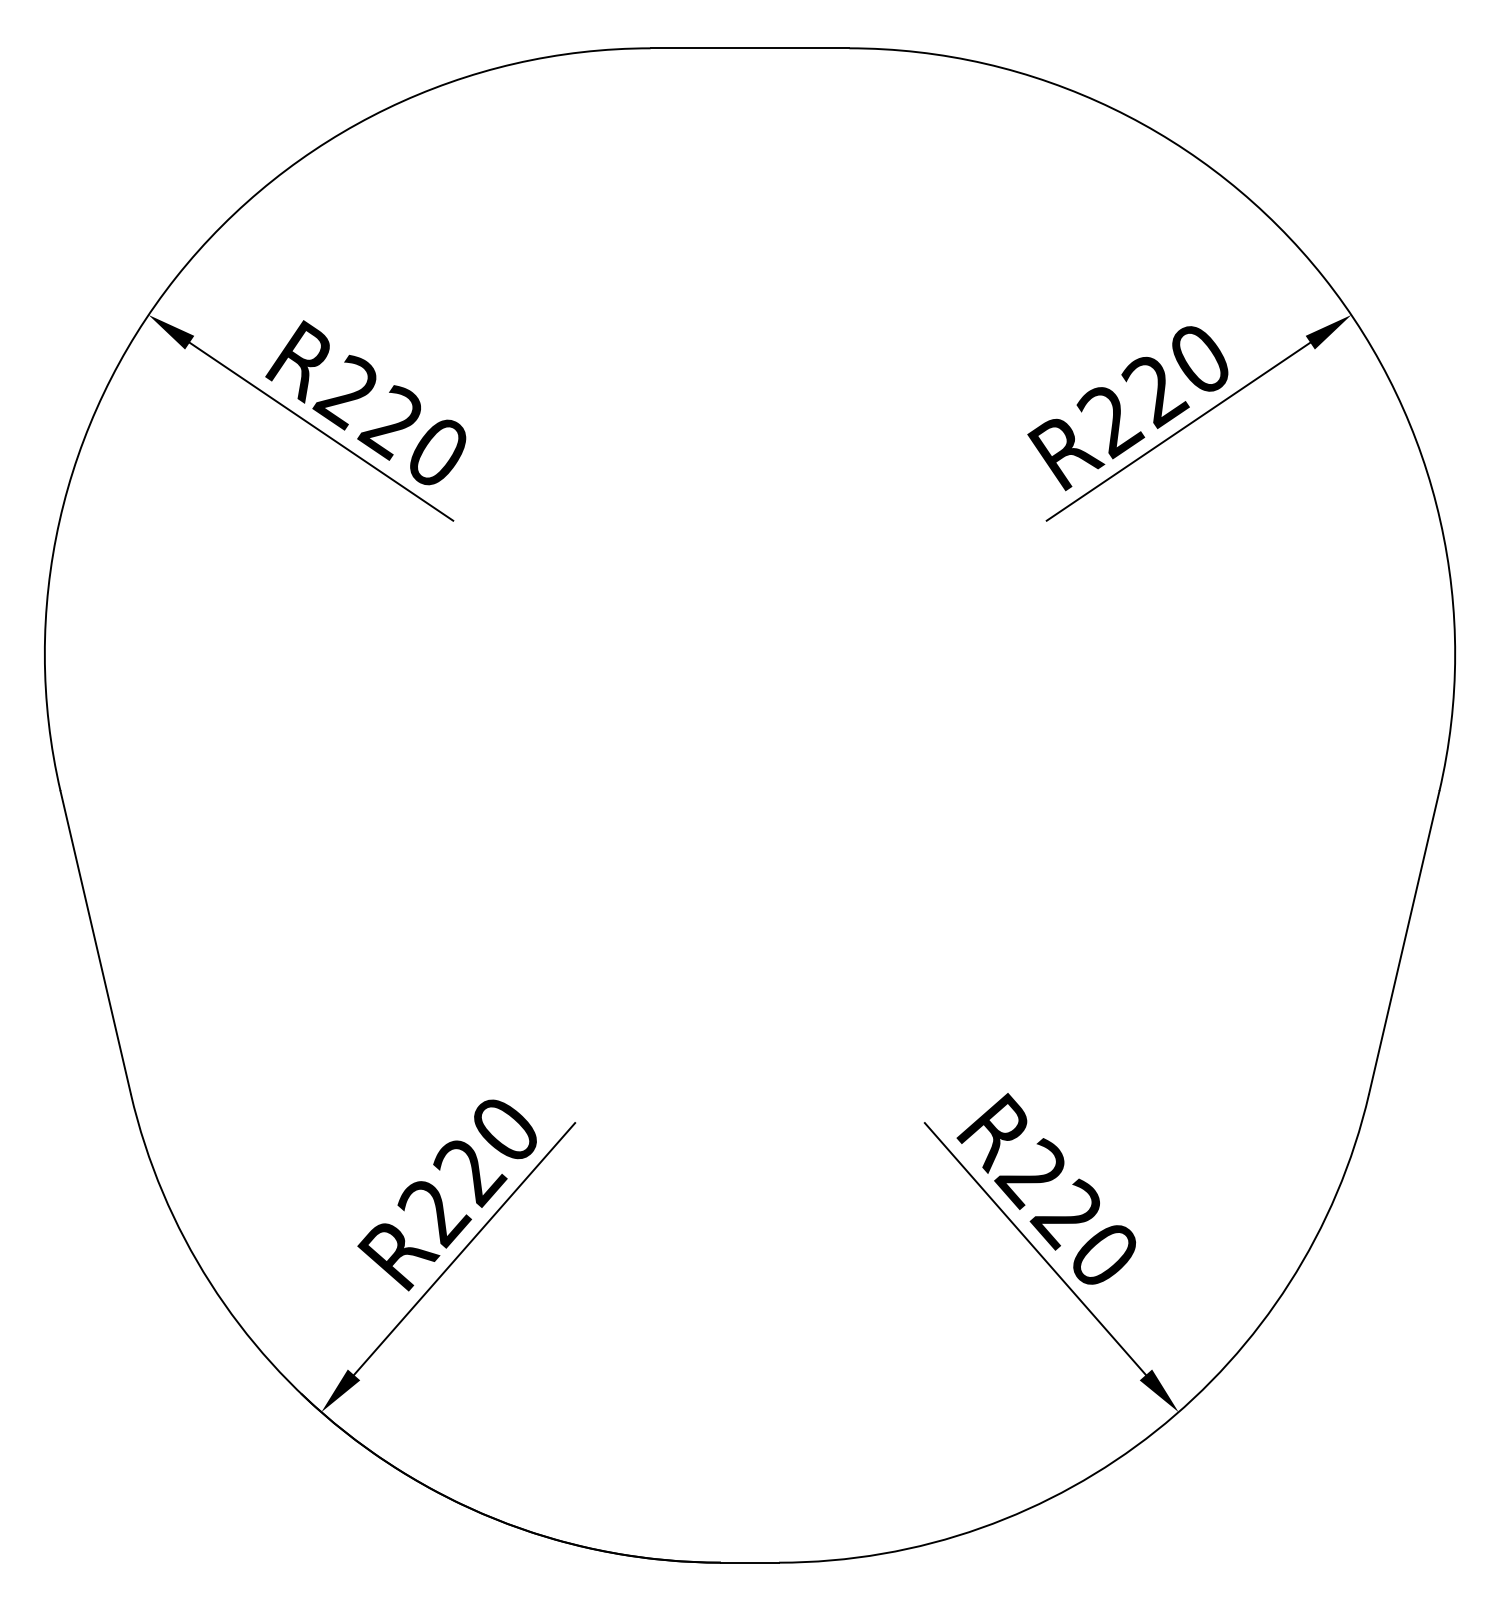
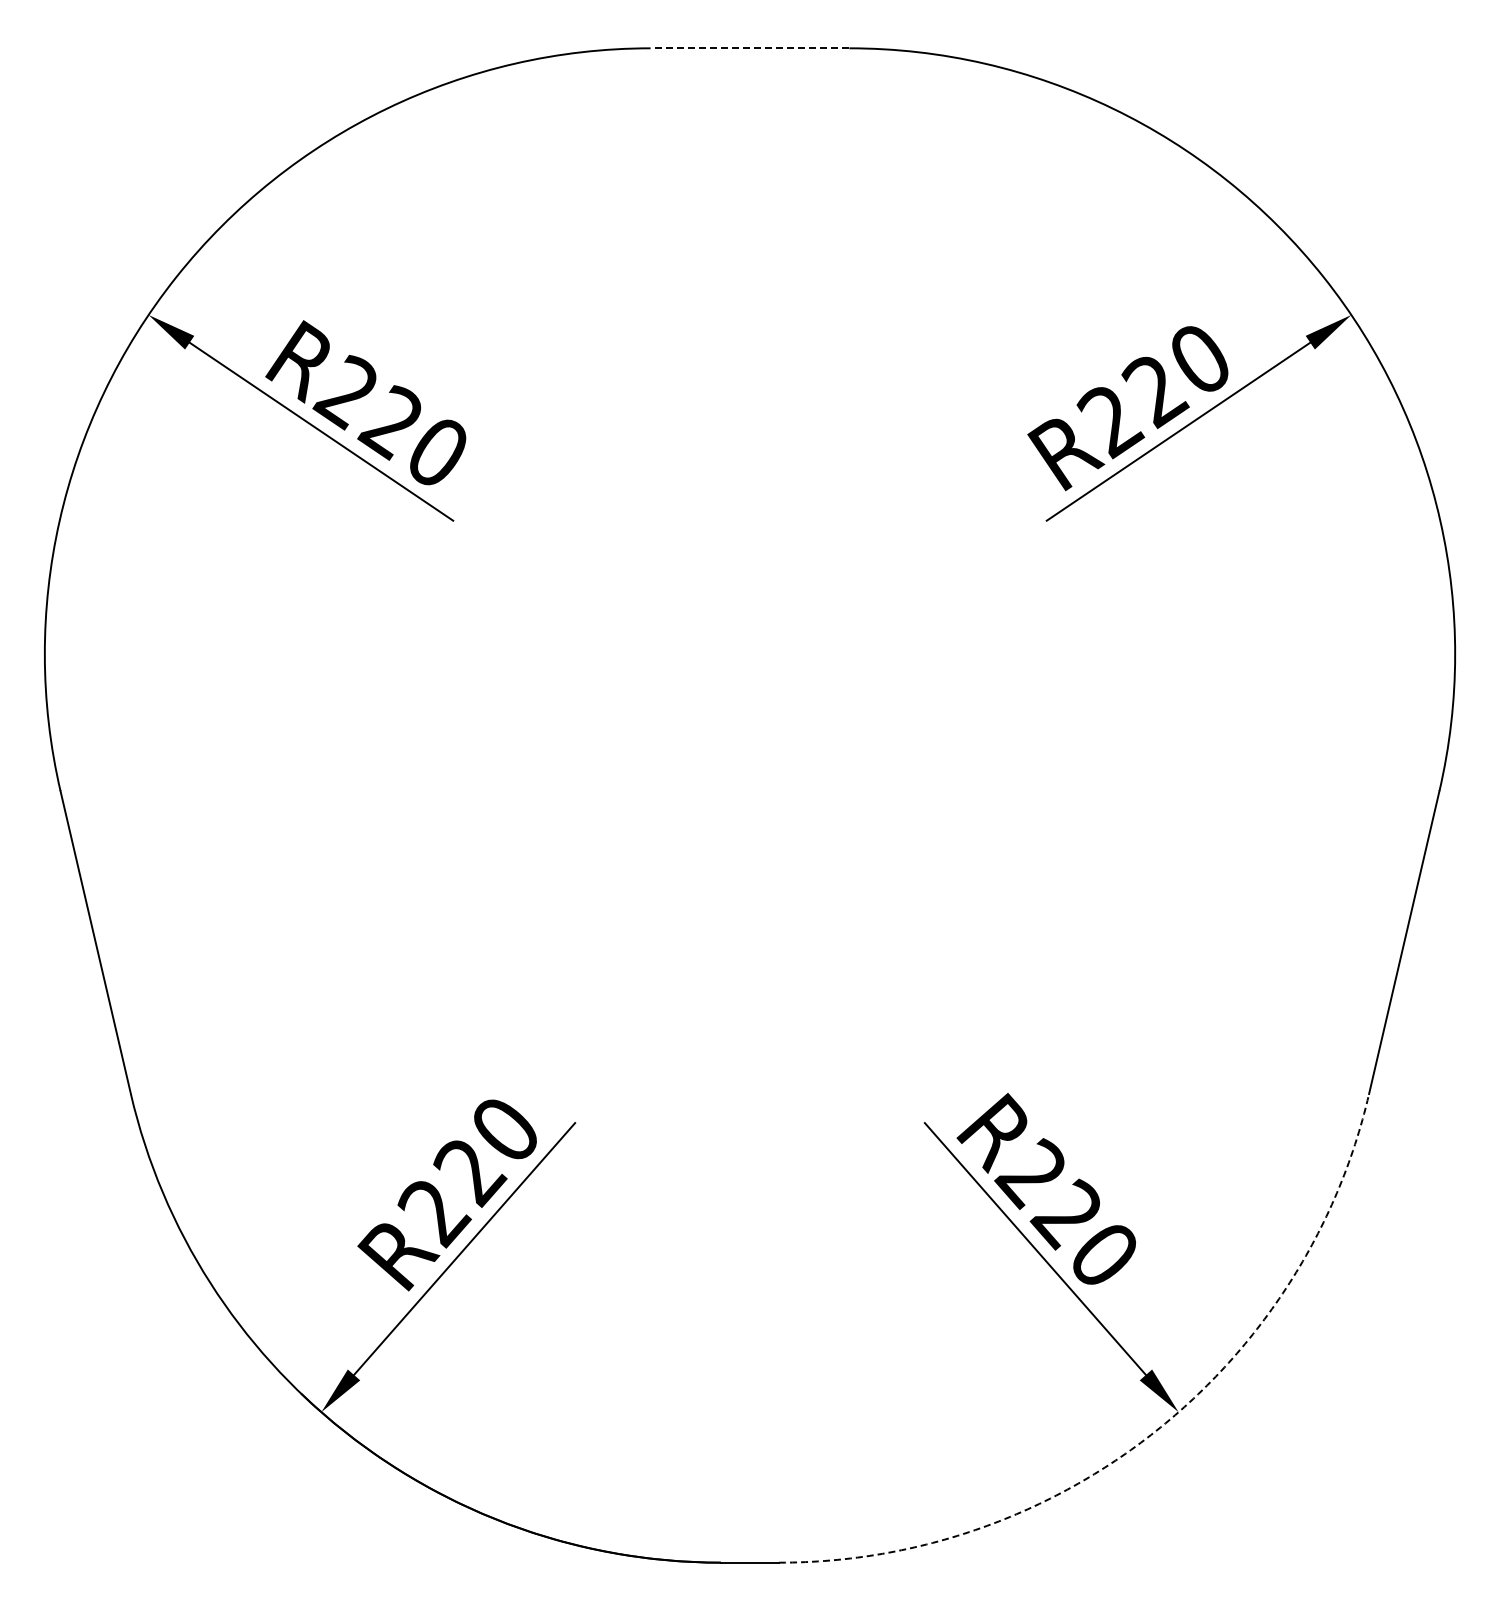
line at (749, 48): solid -> dashed
arc at (1155, 1431): solid -> dashed
